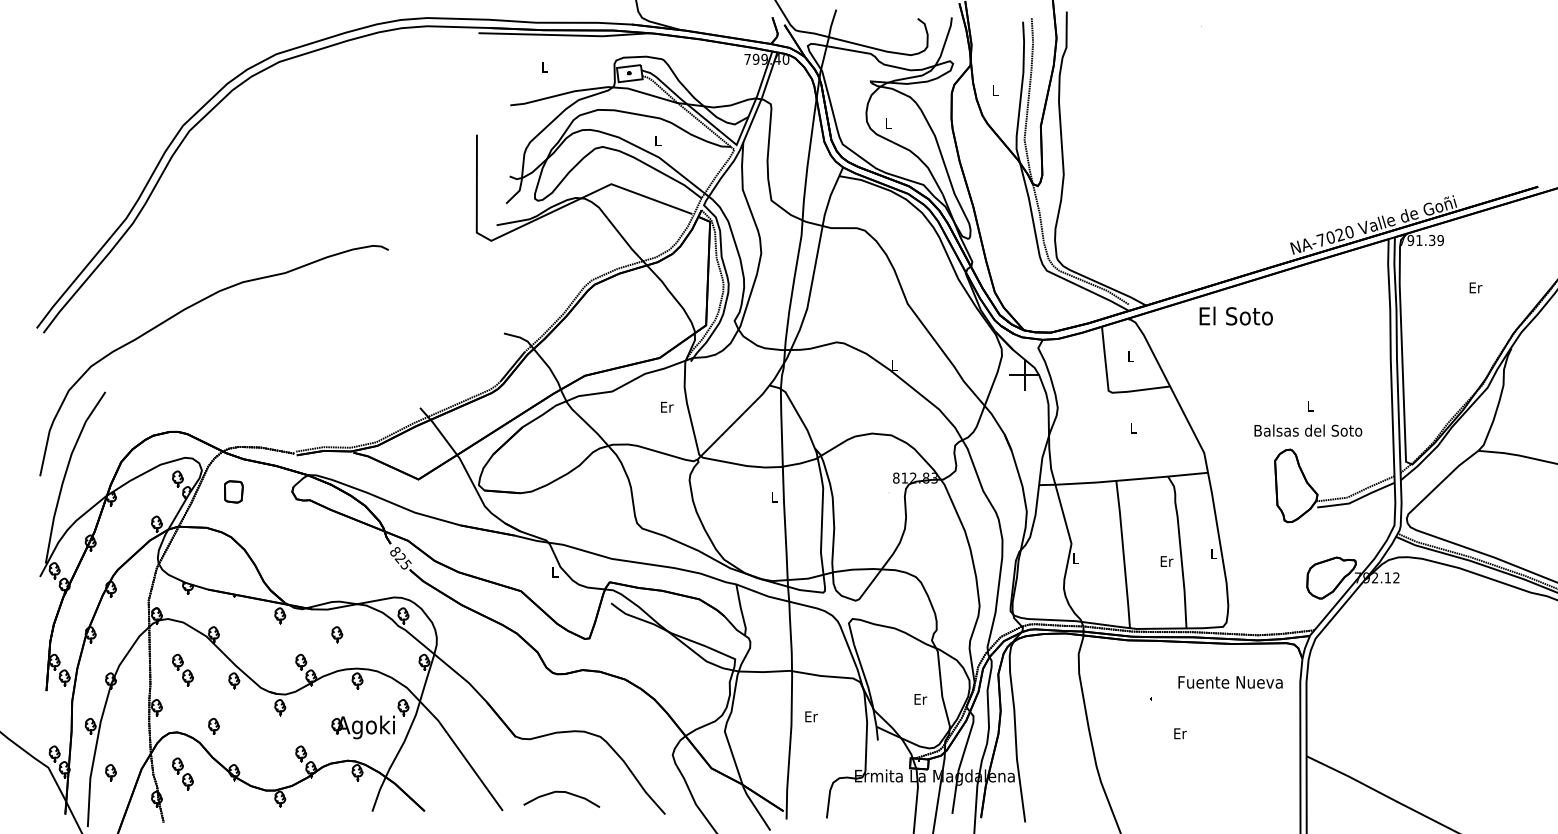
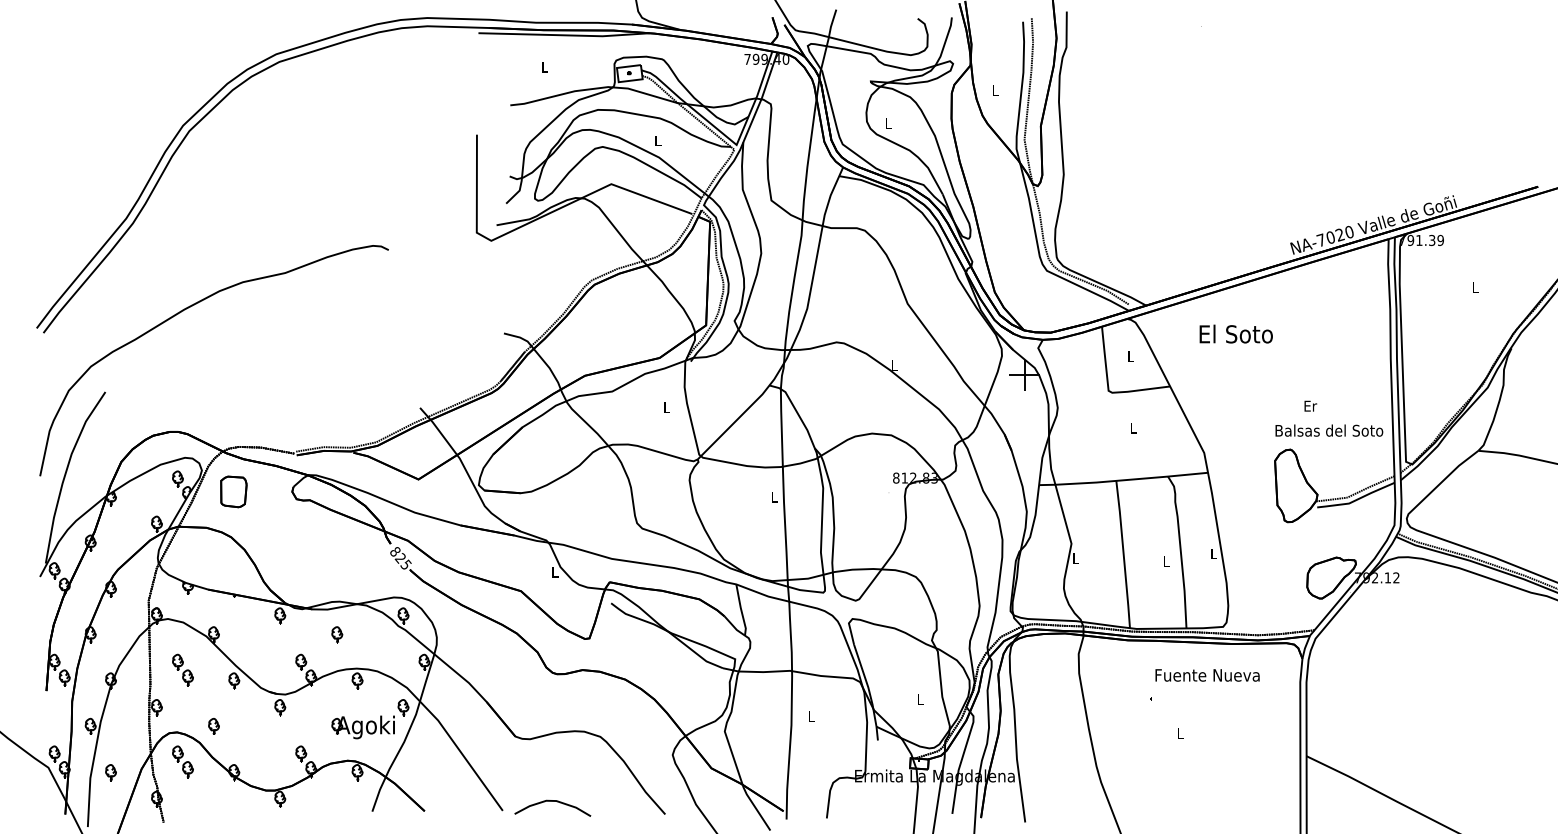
text at (1475, 287): Er -> L
text at (1235, 315) position: (1235, 315) -> (1235, 333)
text at (1310, 405): L -> Er
text at (667, 406): Er -> L
text at (1308, 430) position: (1308, 430) -> (1329, 430)
part at (233, 491) size: 20x24 px -> 28x34 px
text at (1166, 561): Er -> L
text at (1230, 682) position: (1230, 682) -> (1207, 675)
text at (920, 699): Er -> L
text at (811, 716): Er -> L
text at (1180, 733): Er -> L
part at (182, 773) position: (182, 773) -> (182, 761)
curve at (561, 792) position: (561, 792) -> (552, 801)
